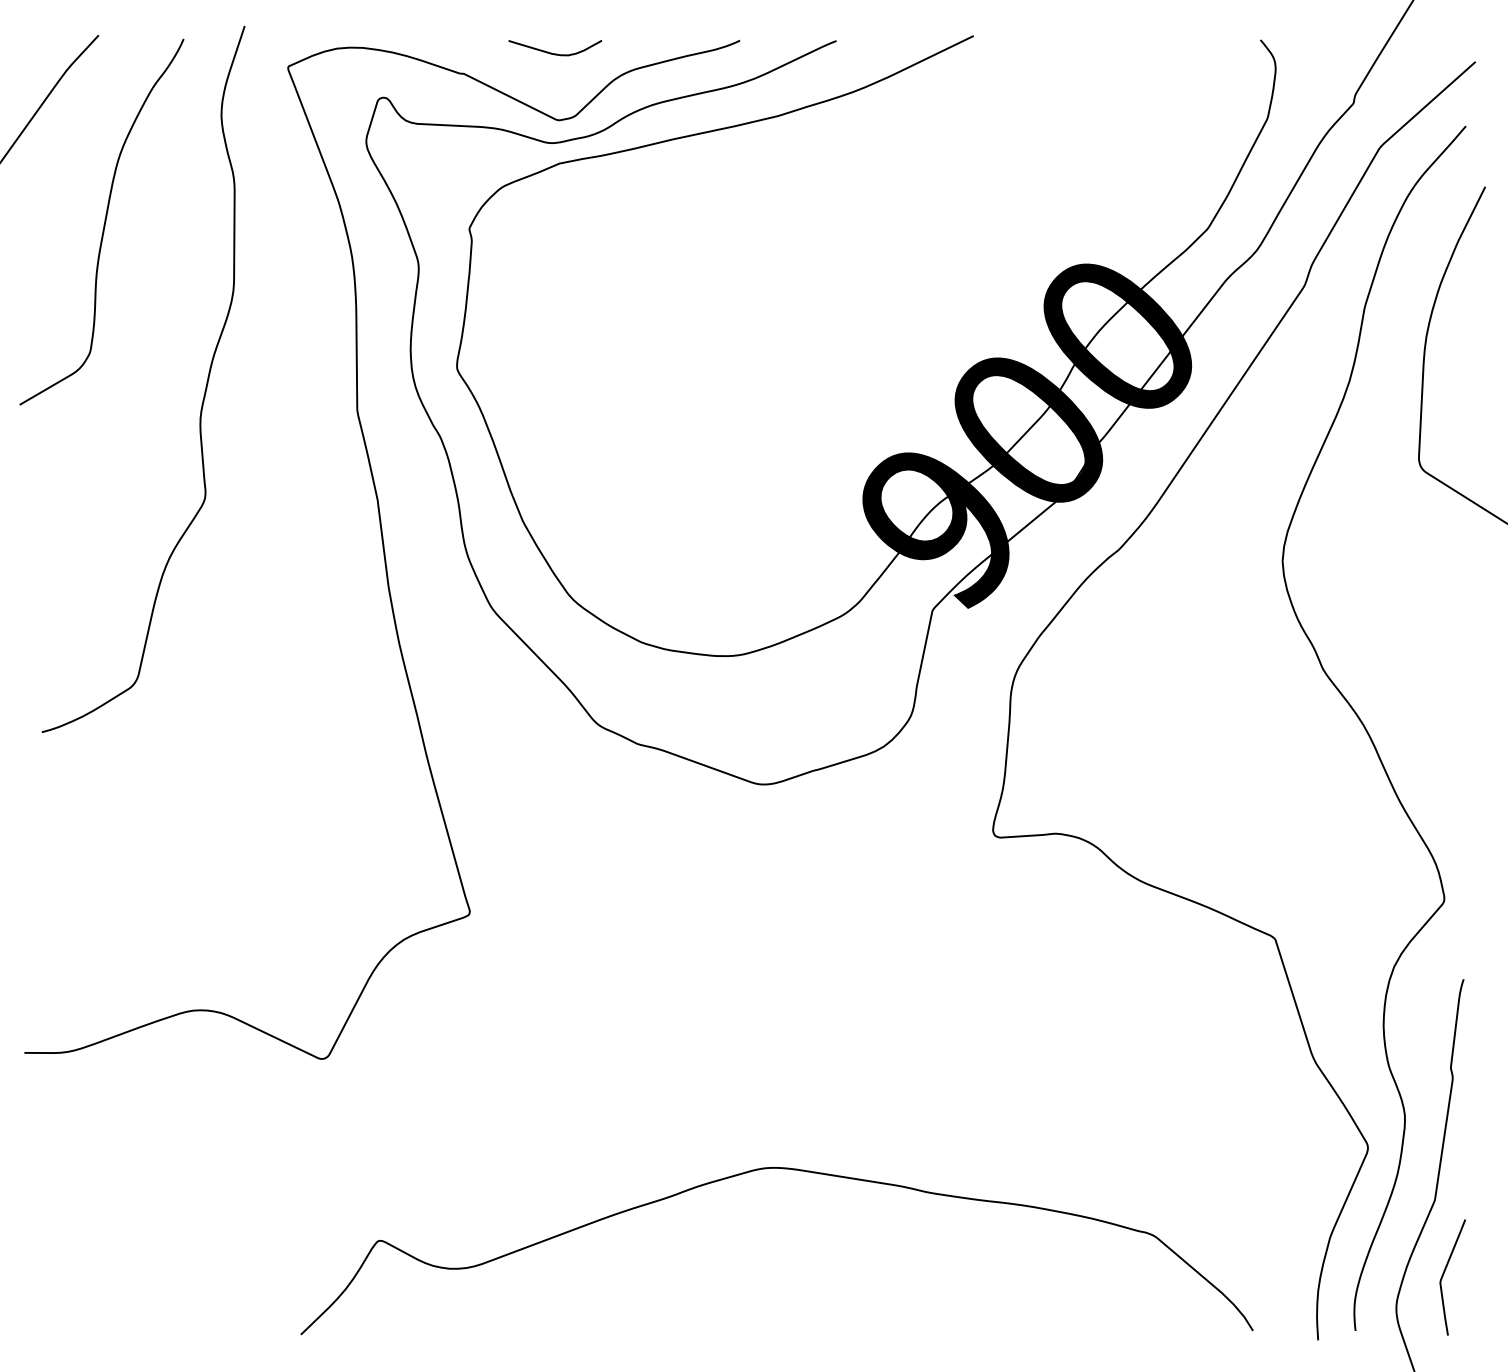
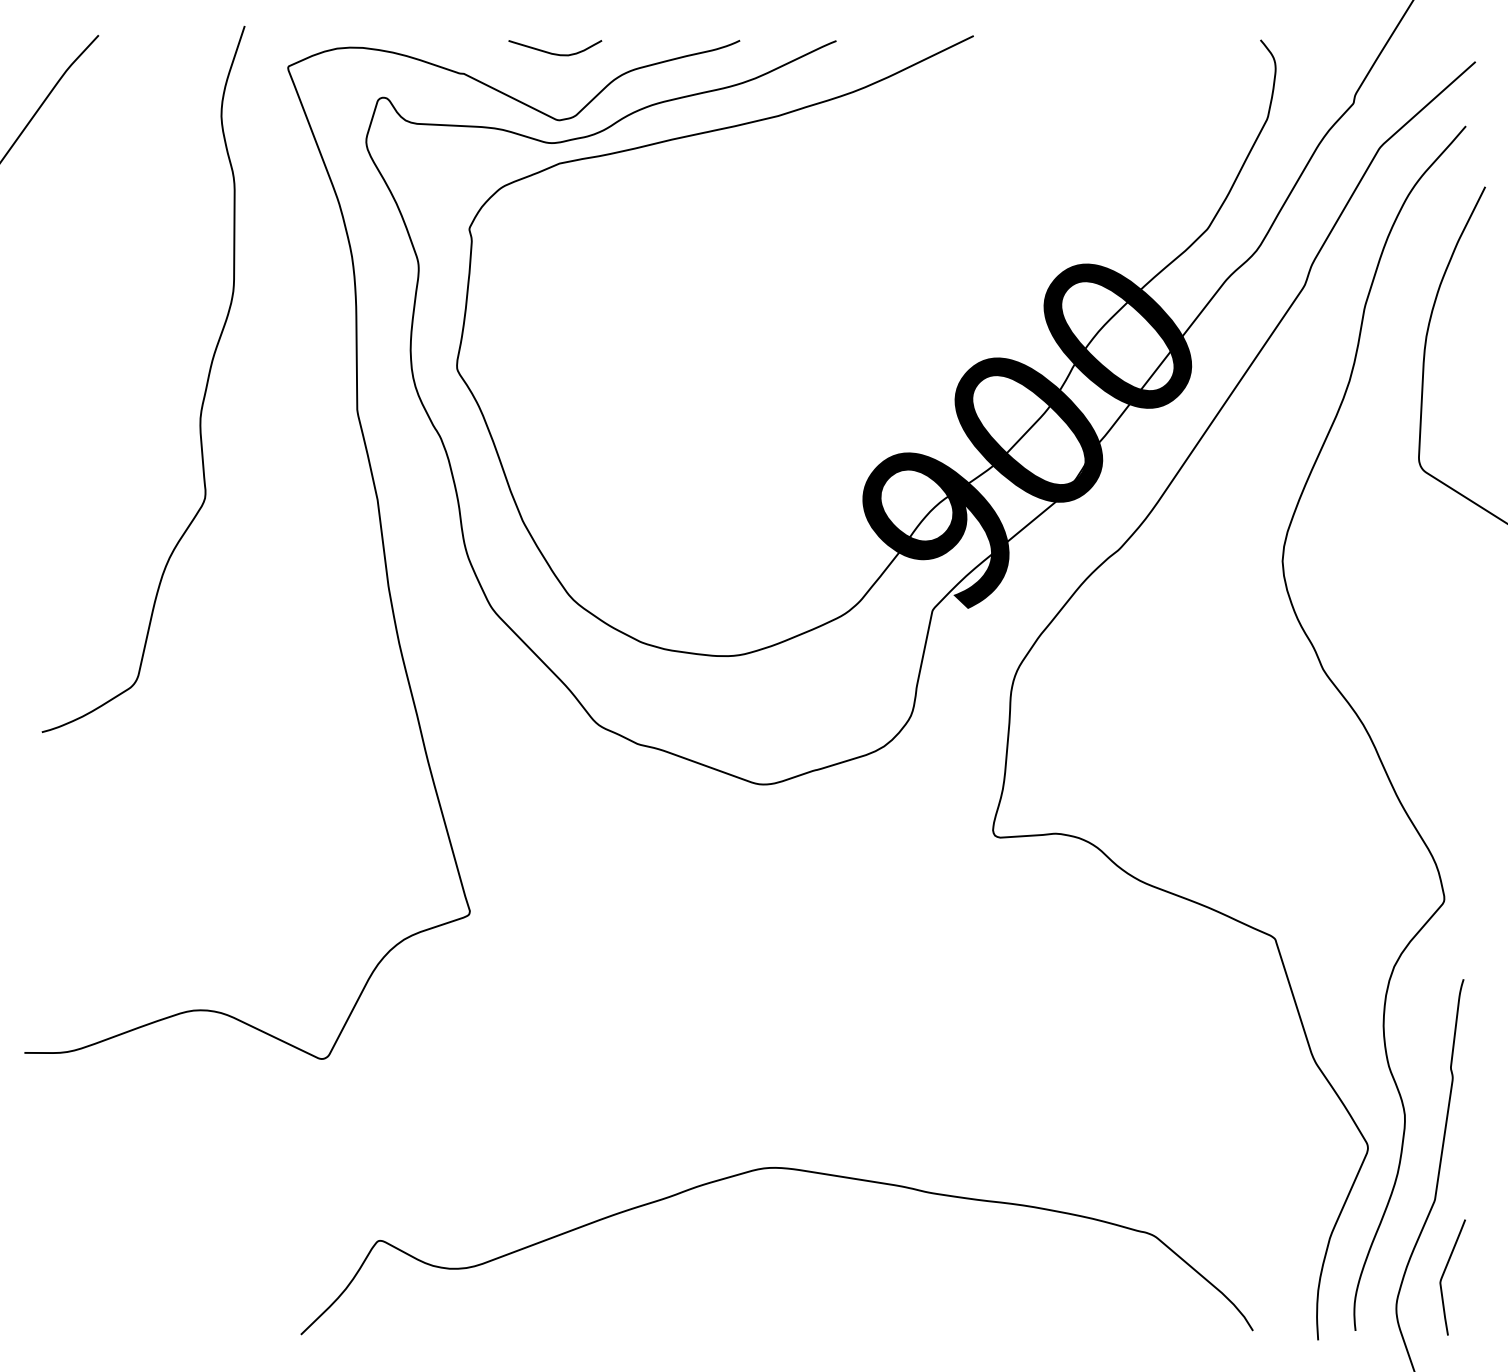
curve at (104, 221): present -> none
